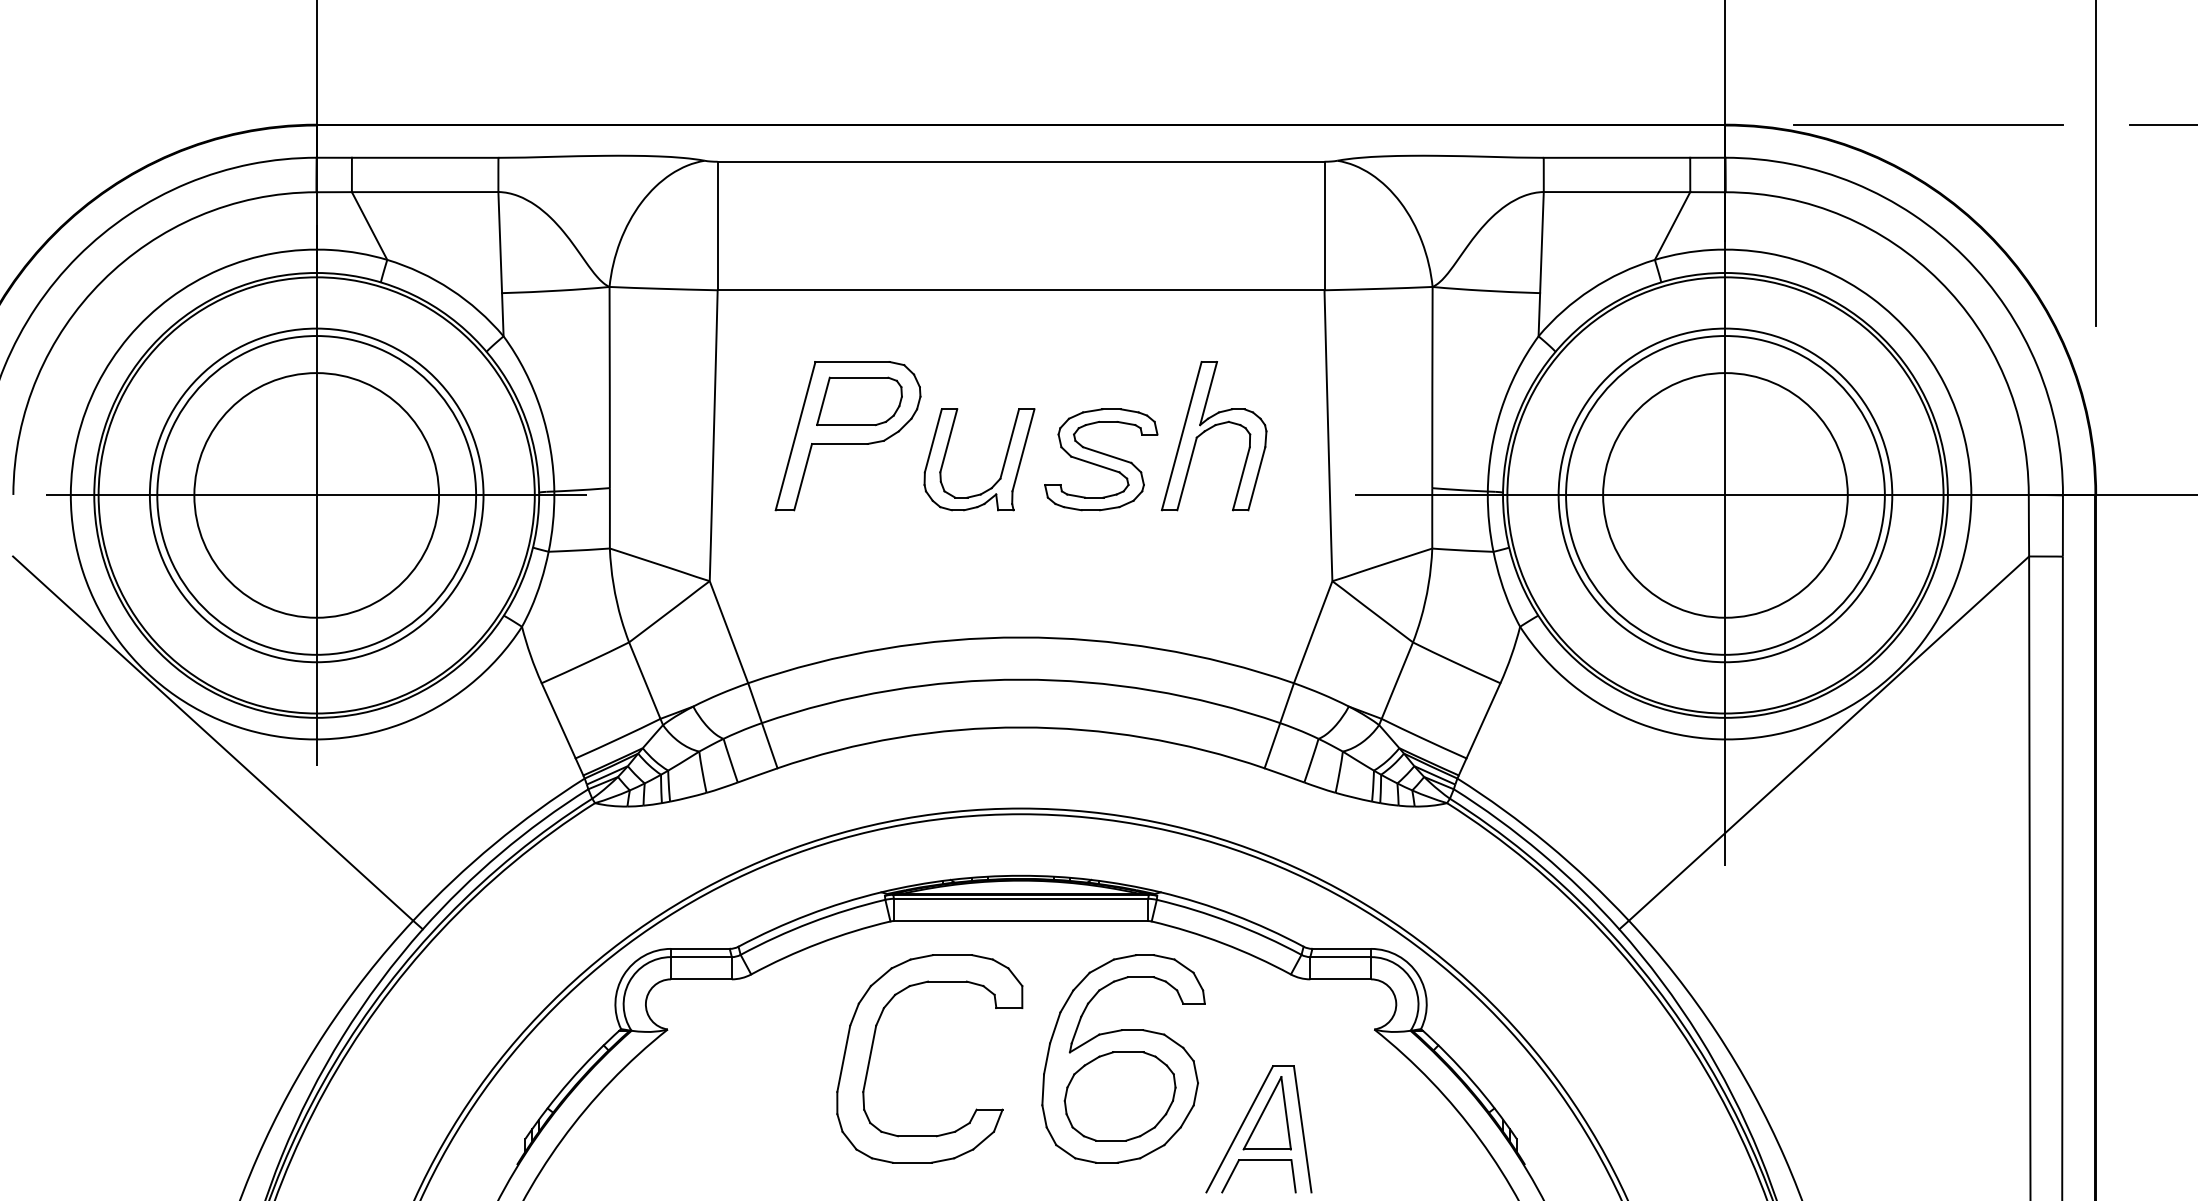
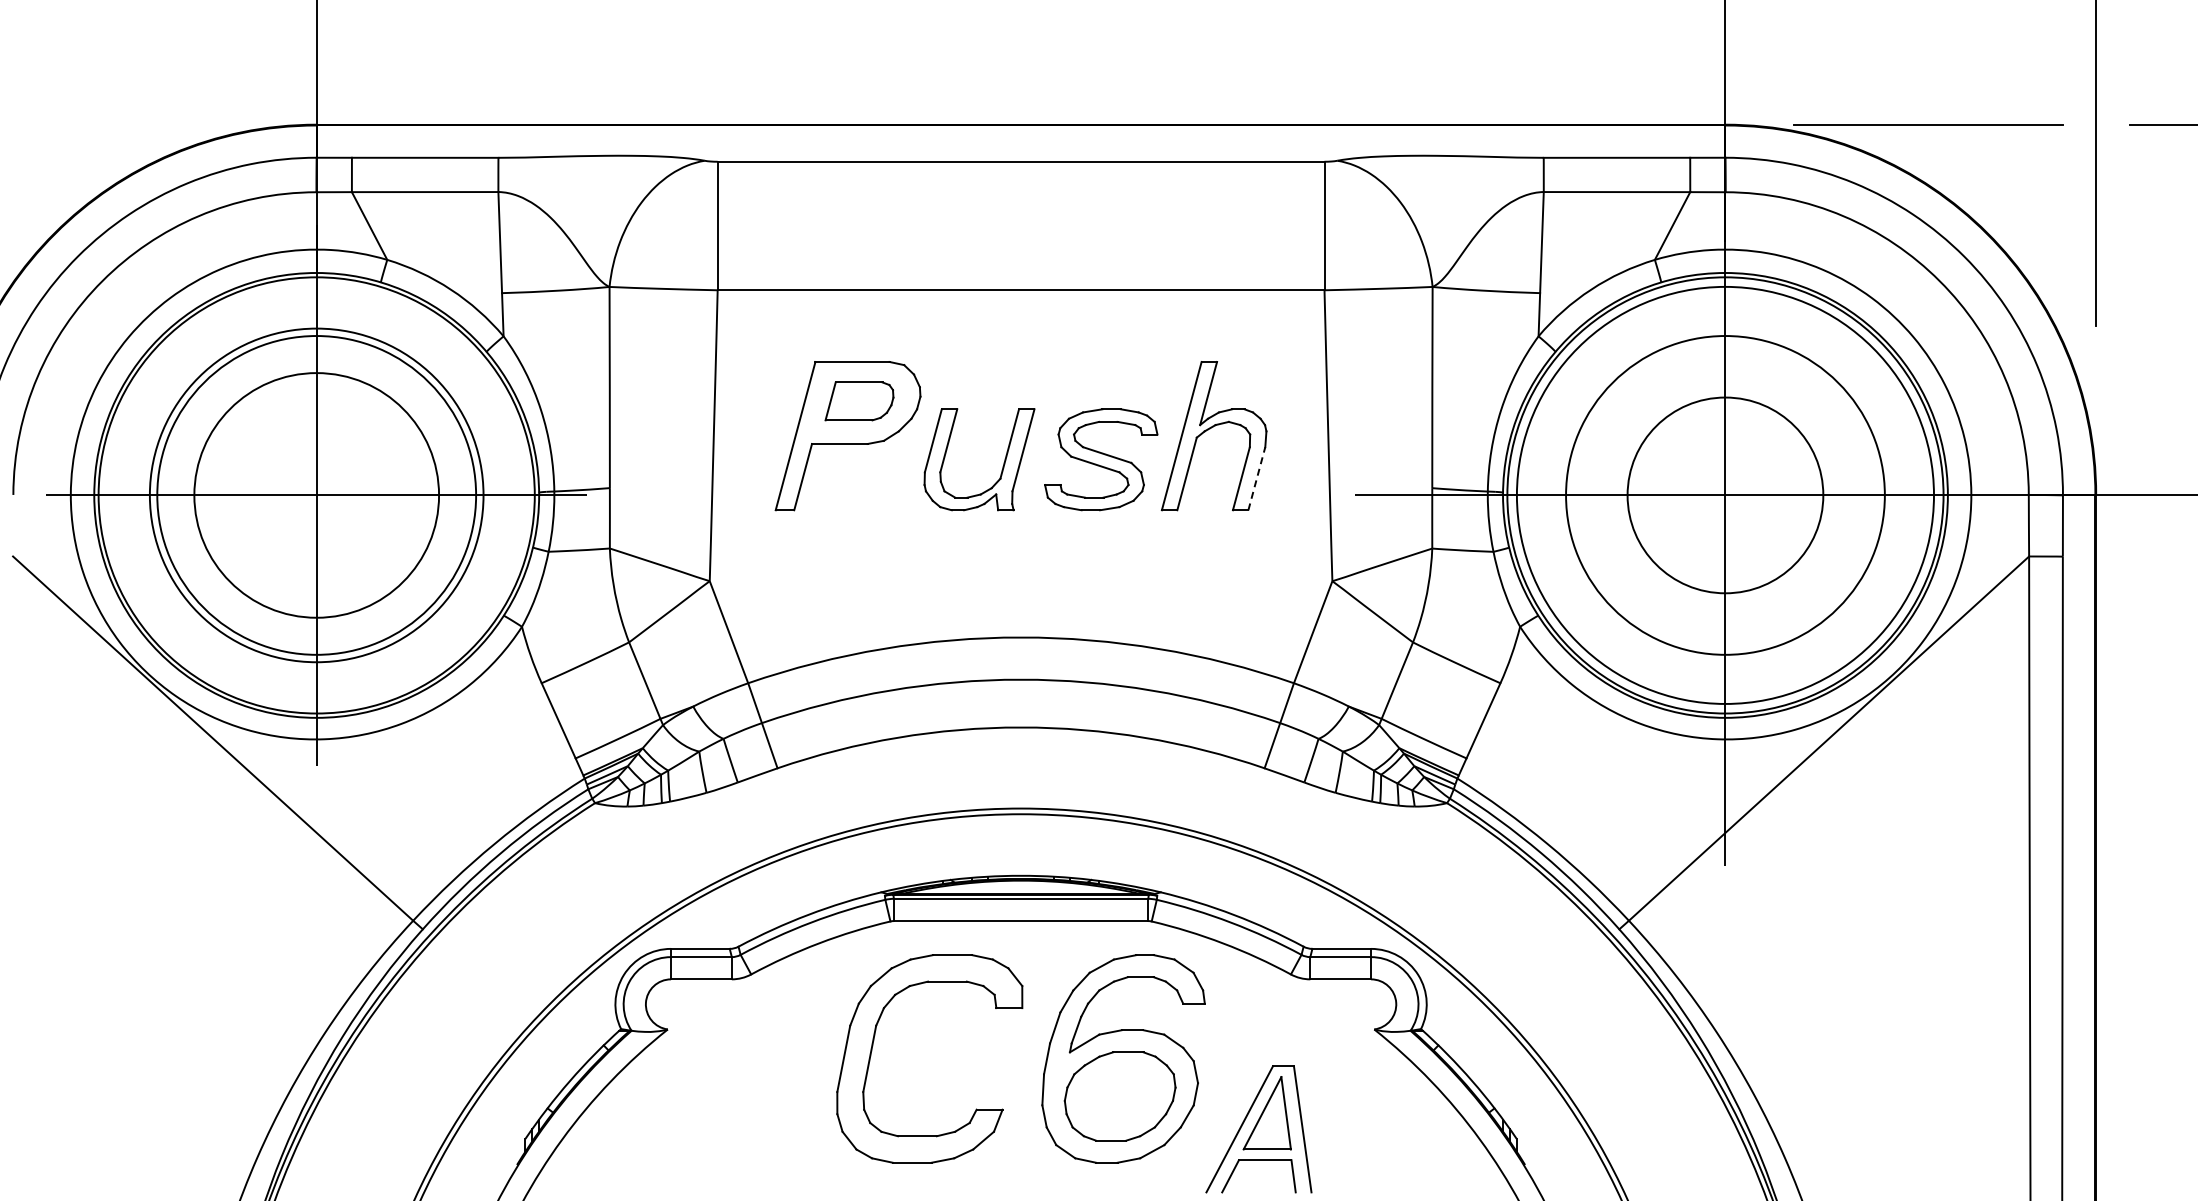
part at (859, 401) size: 87x51 px -> 71x41 px
line at (1256, 478): solid -> dashed
circle at (1725, 495) diameter: 245 px -> 196 px
circle at (1725, 495) diameter: 334 px -> 417 px
